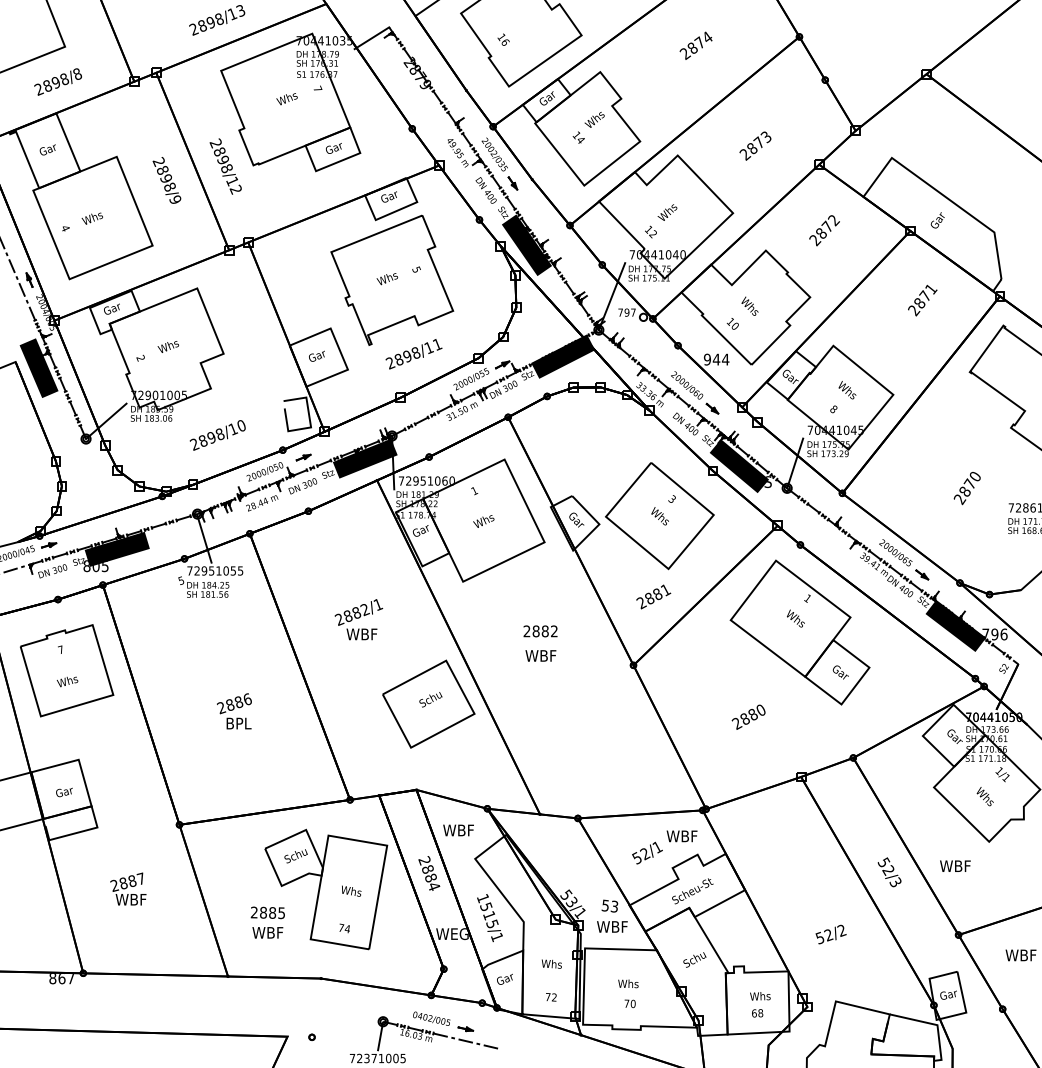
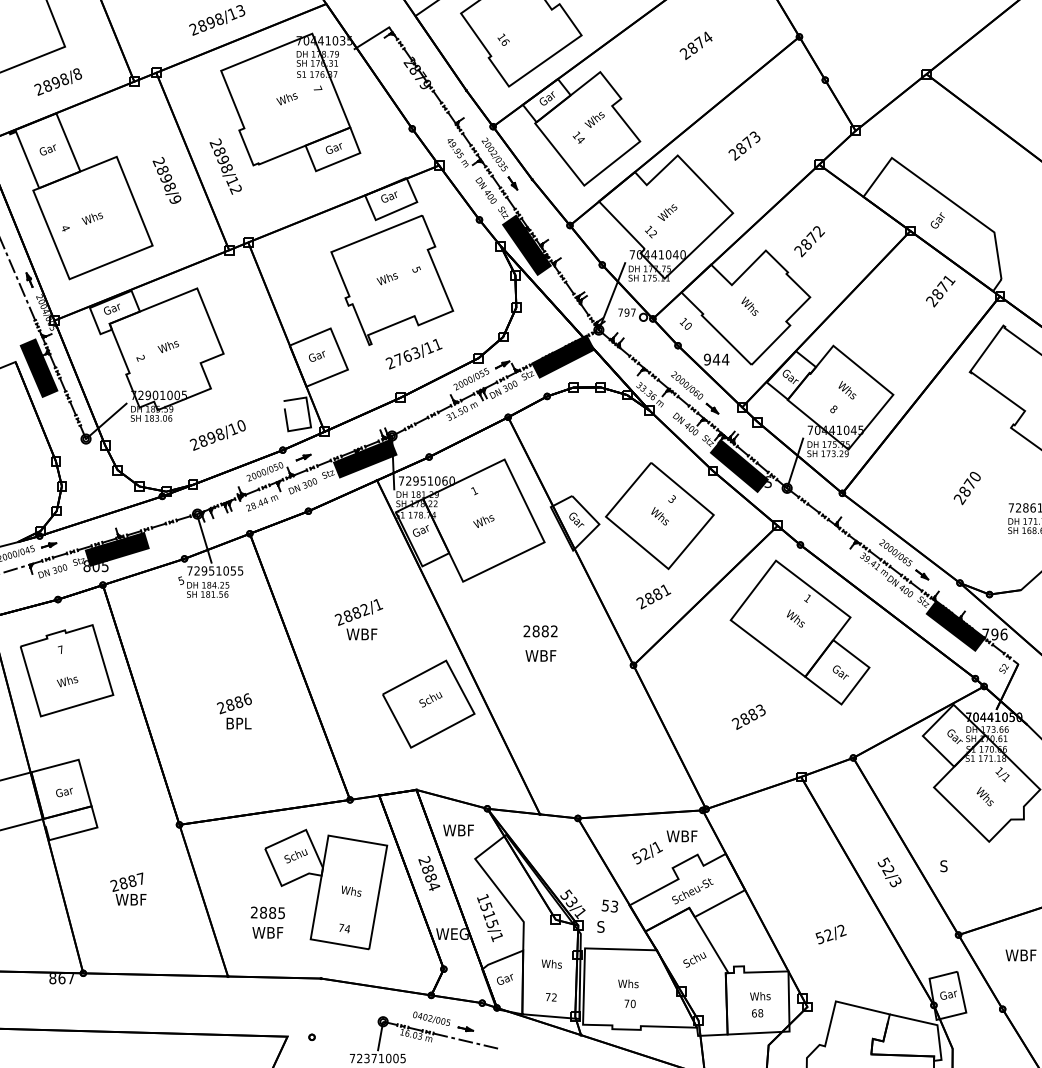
text at (755, 145) position: (755, 145) -> (744, 145)
text at (824, 230) position: (824, 230) -> (809, 241)
text at (922, 300) position: (922, 300) -> (940, 291)
text at (732, 323) position: (732, 323) -> (685, 323)
text at (407, 356): 2898/11 -> 2763/11
text at (760, 710): 2880 -> 2883
text at (955, 866): WBF -> S
text at (612, 926): WBF -> S
